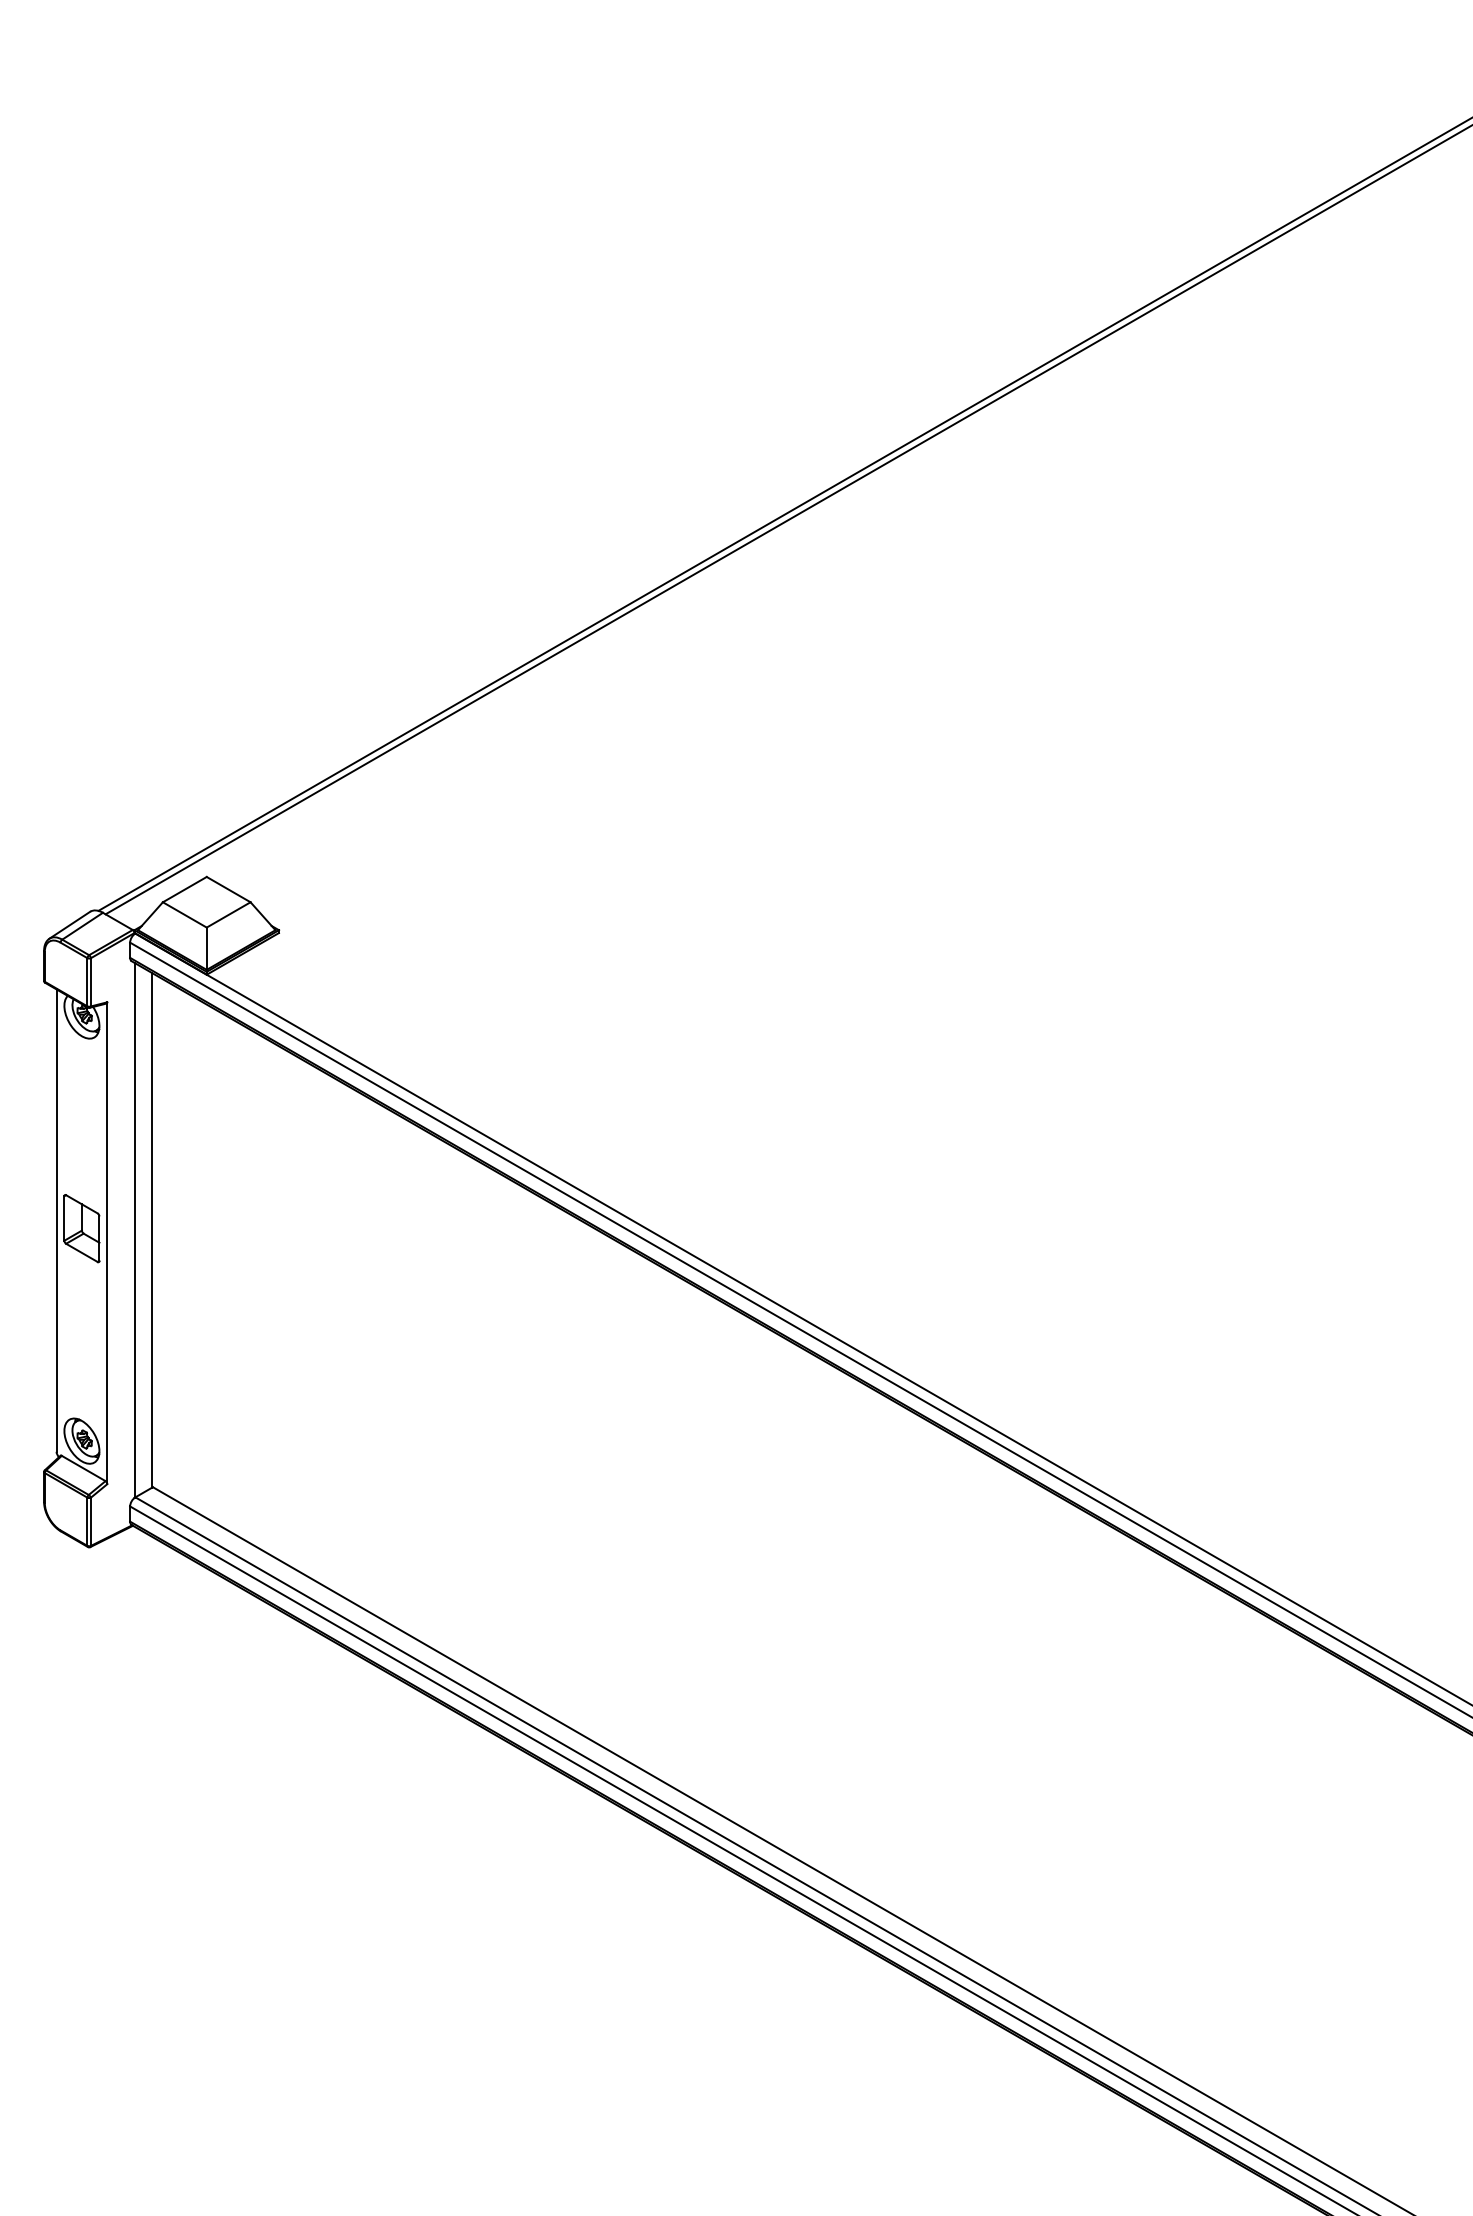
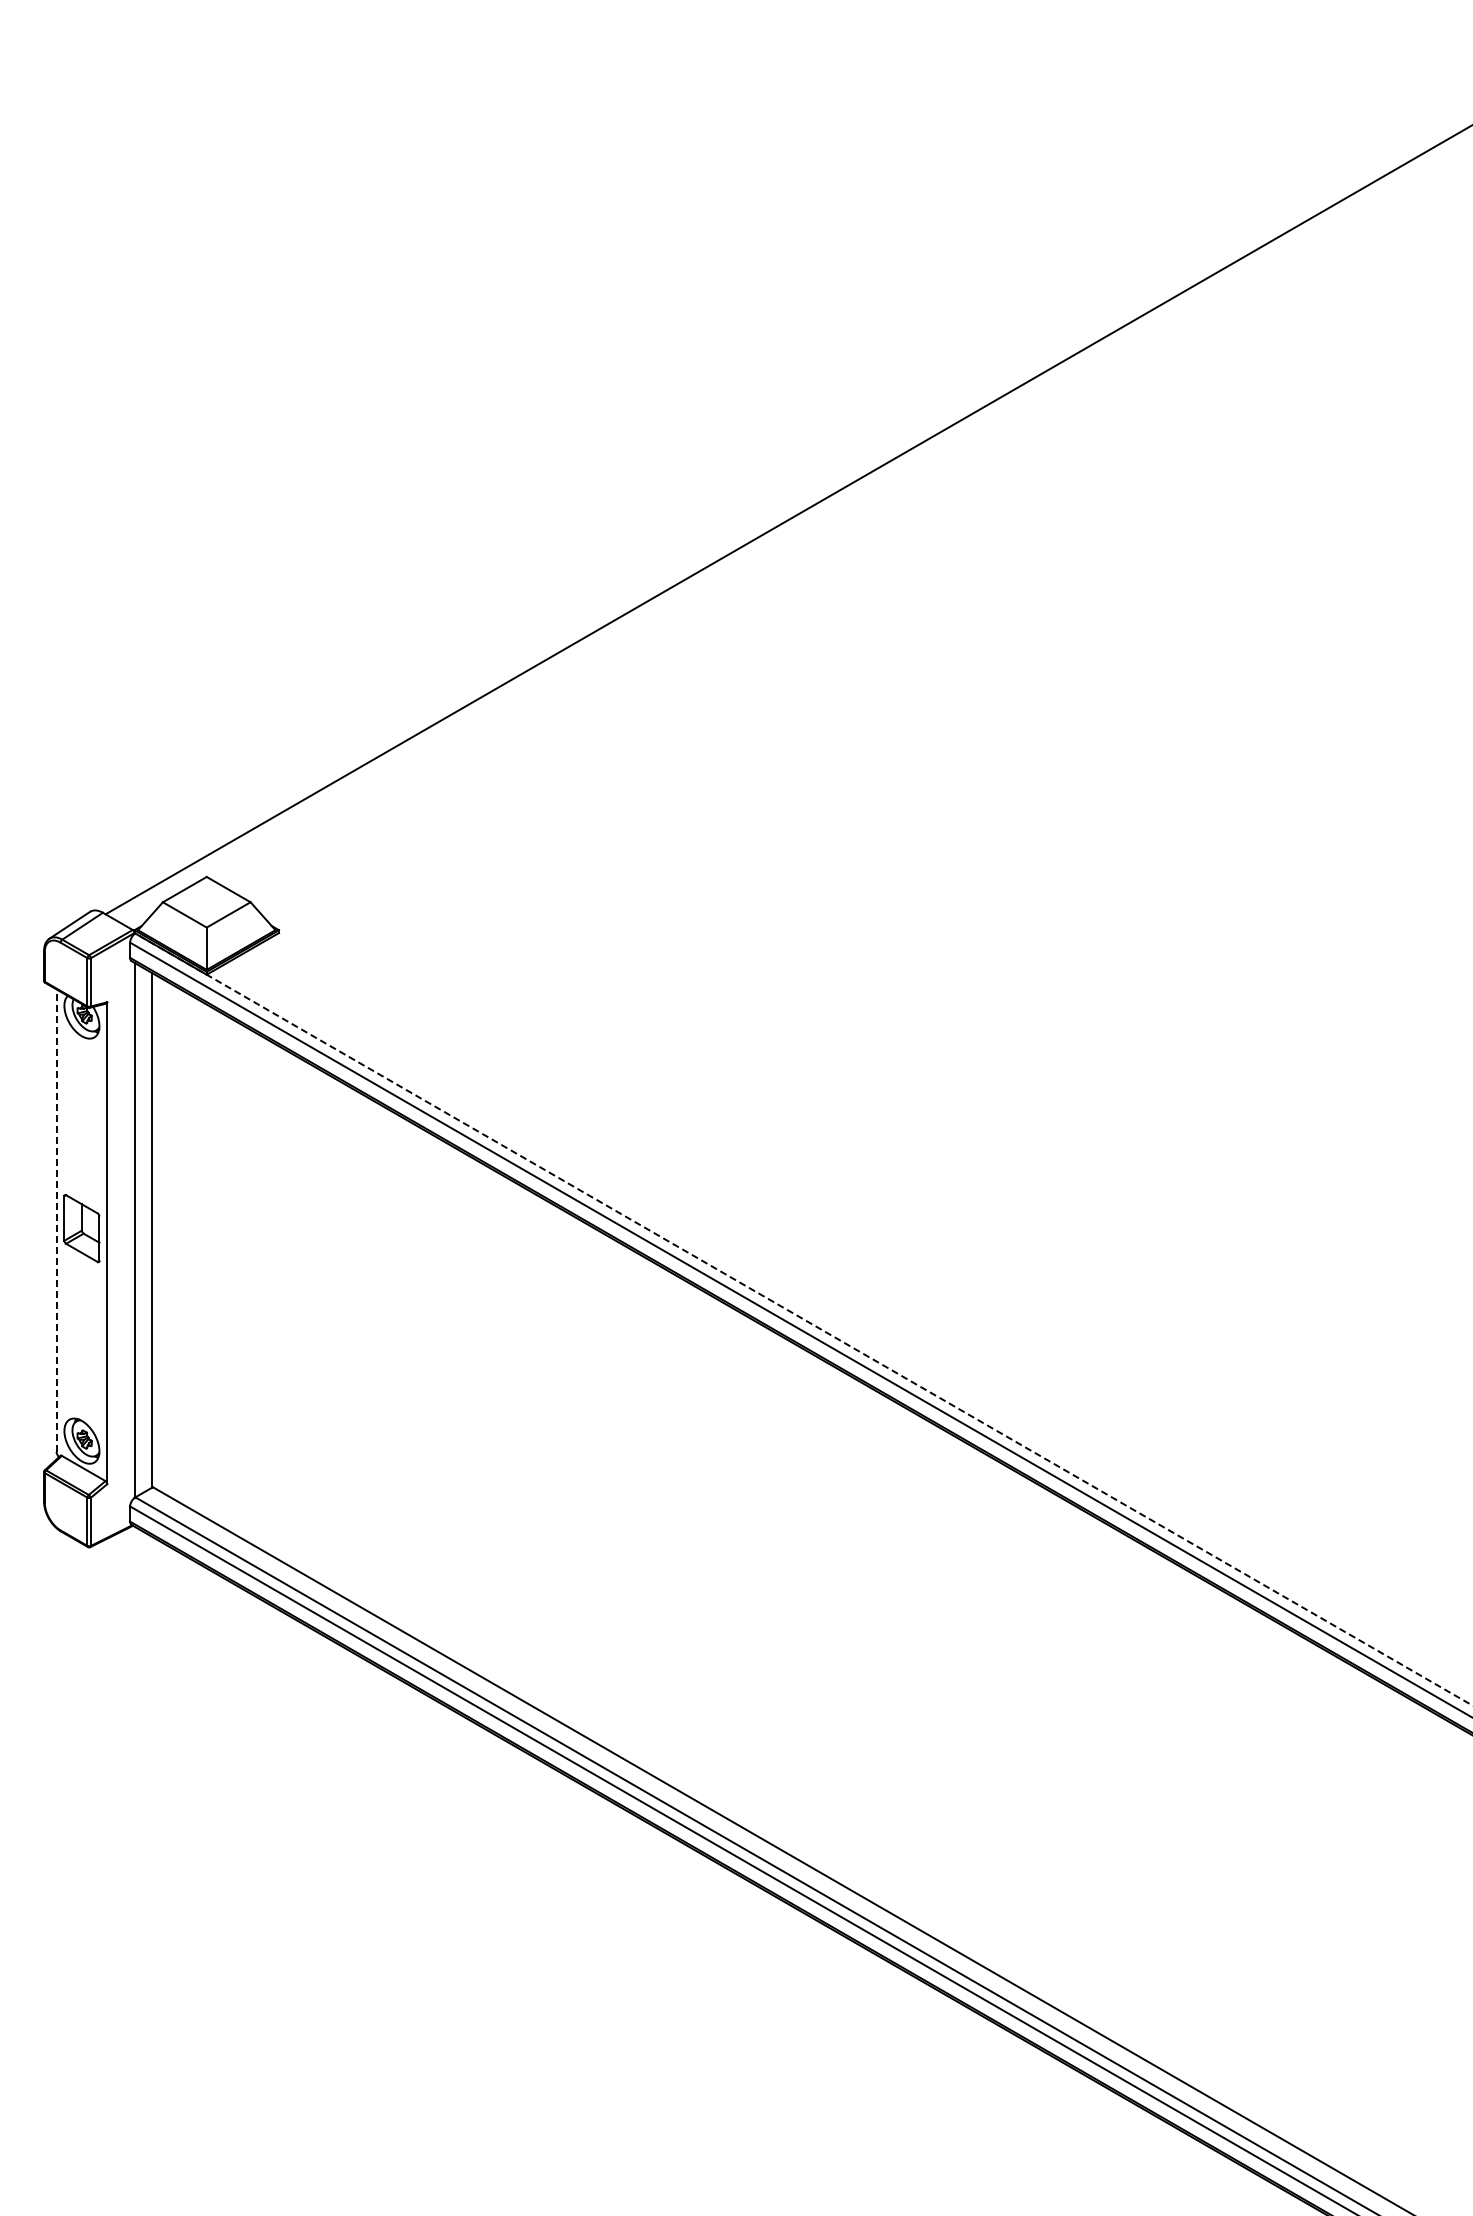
line at (783, 514): present -> none
line at (56, 1220): solid -> dashed
line at (803, 1319): solid -> dashed
